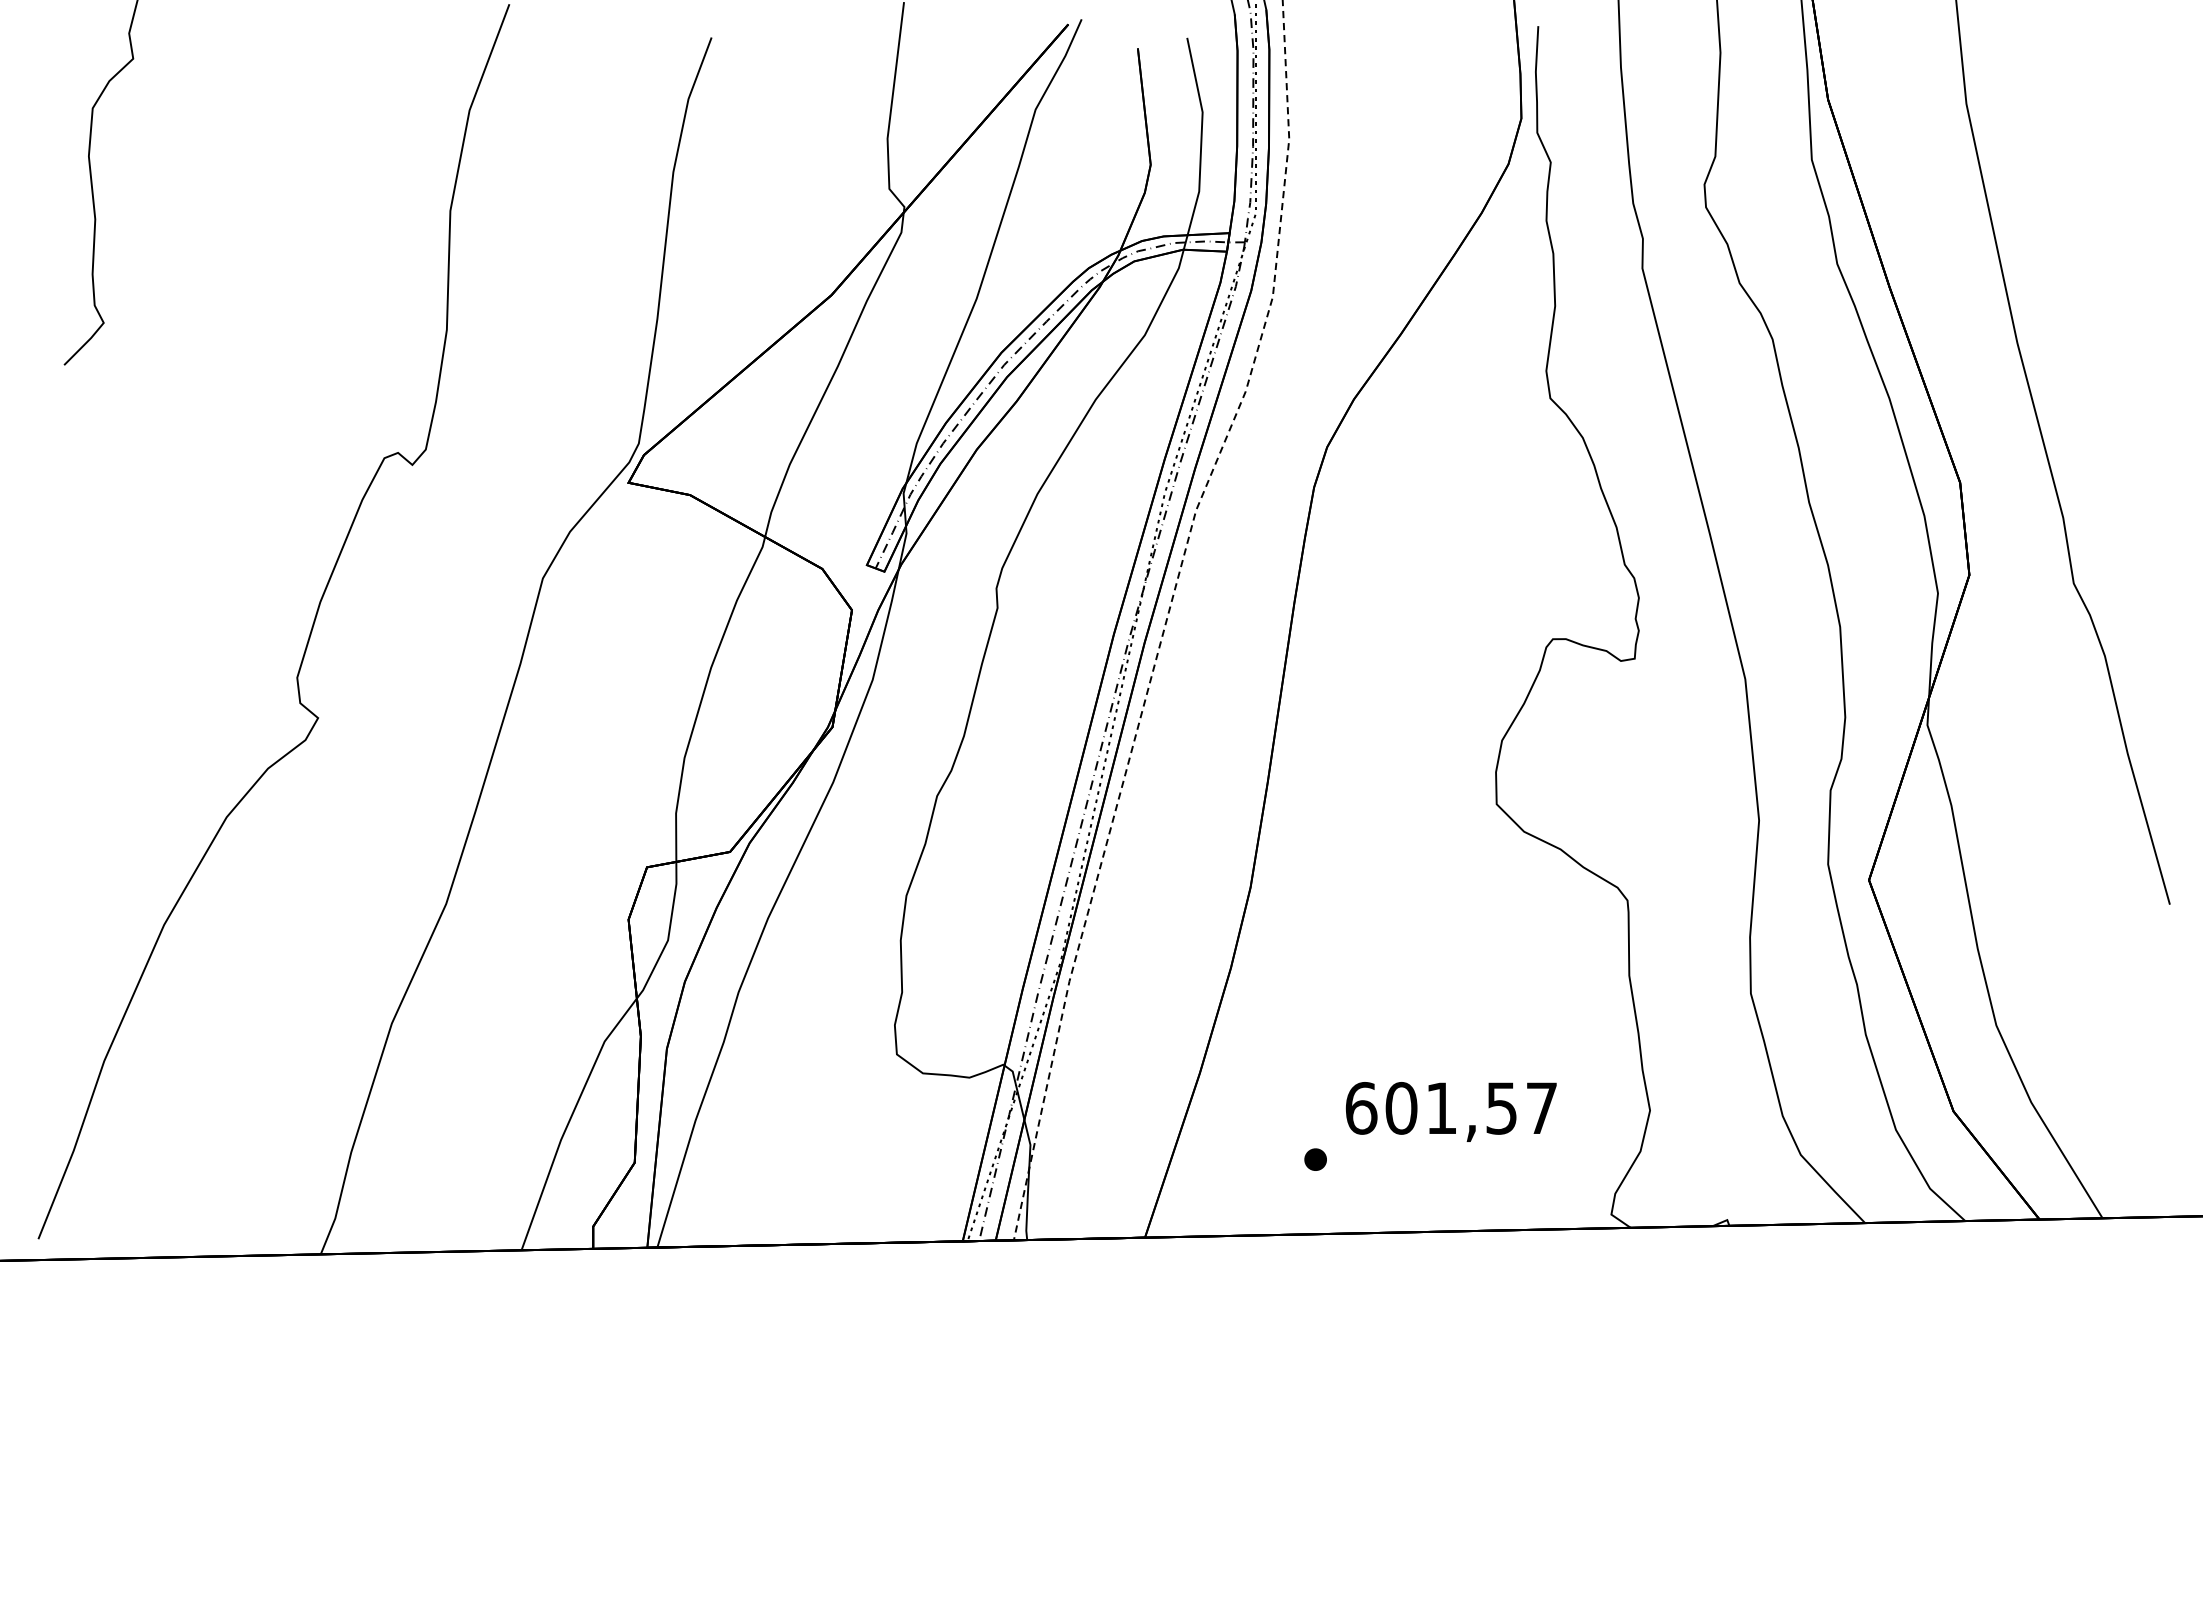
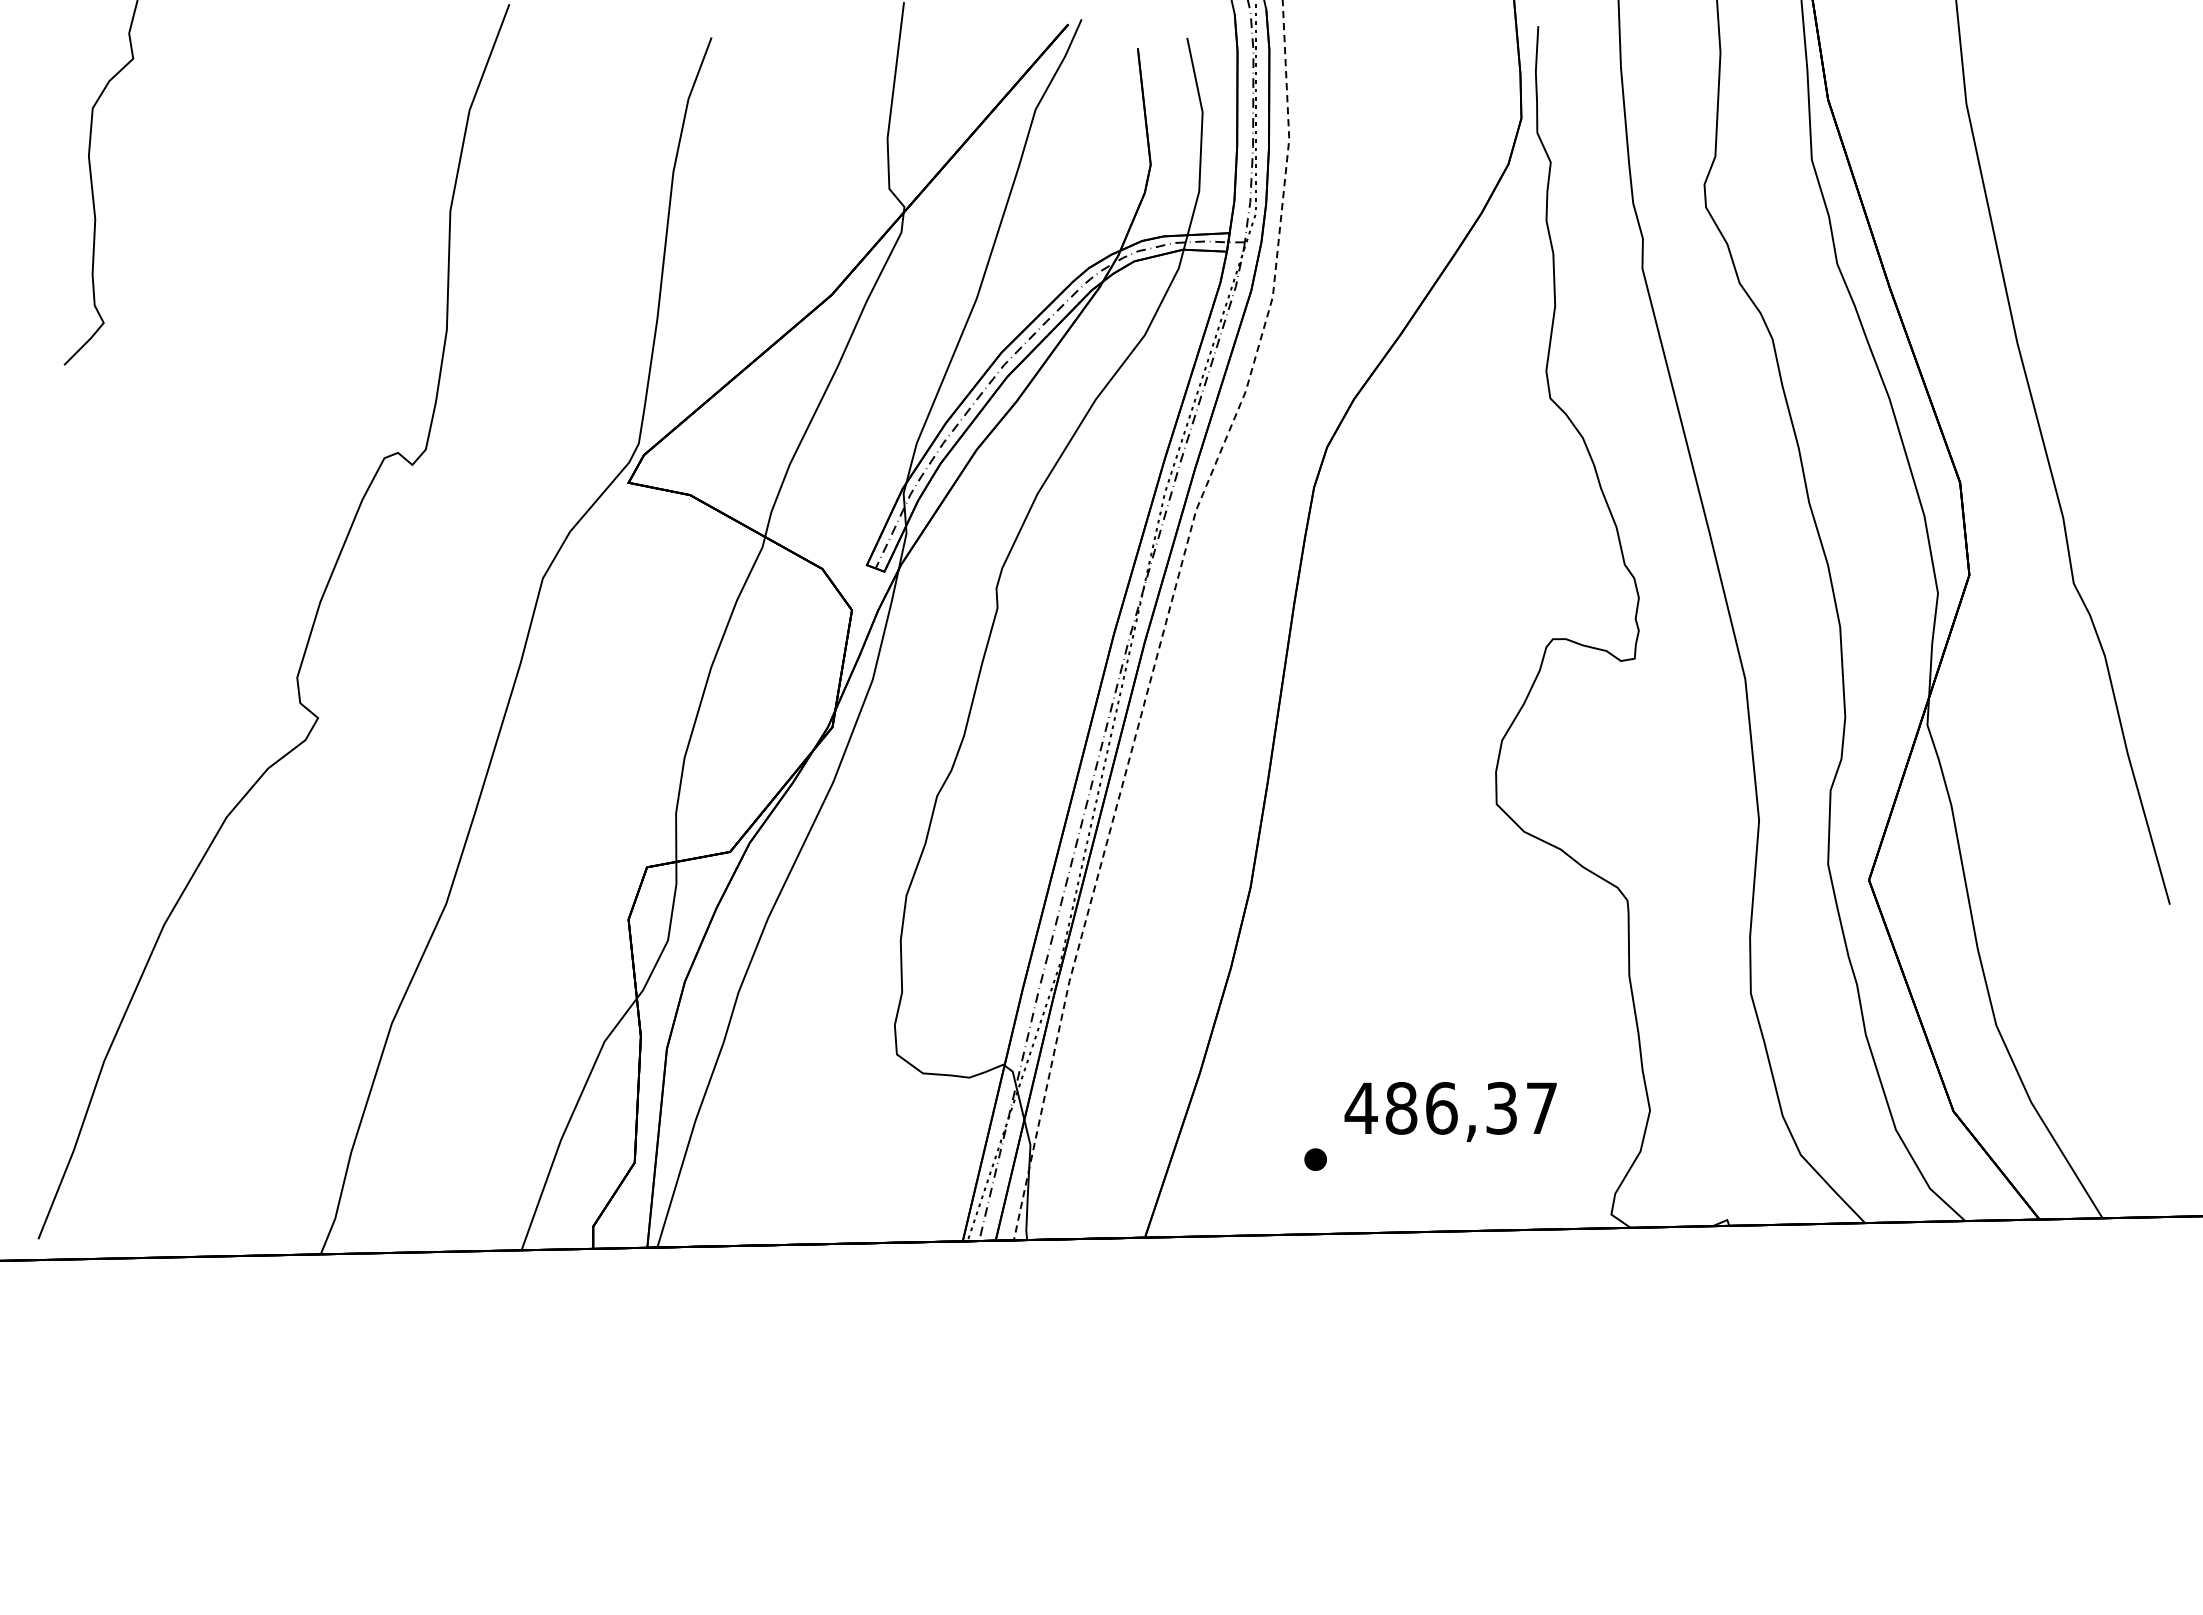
text at (1430, 1108): 601,57 -> 486,37
